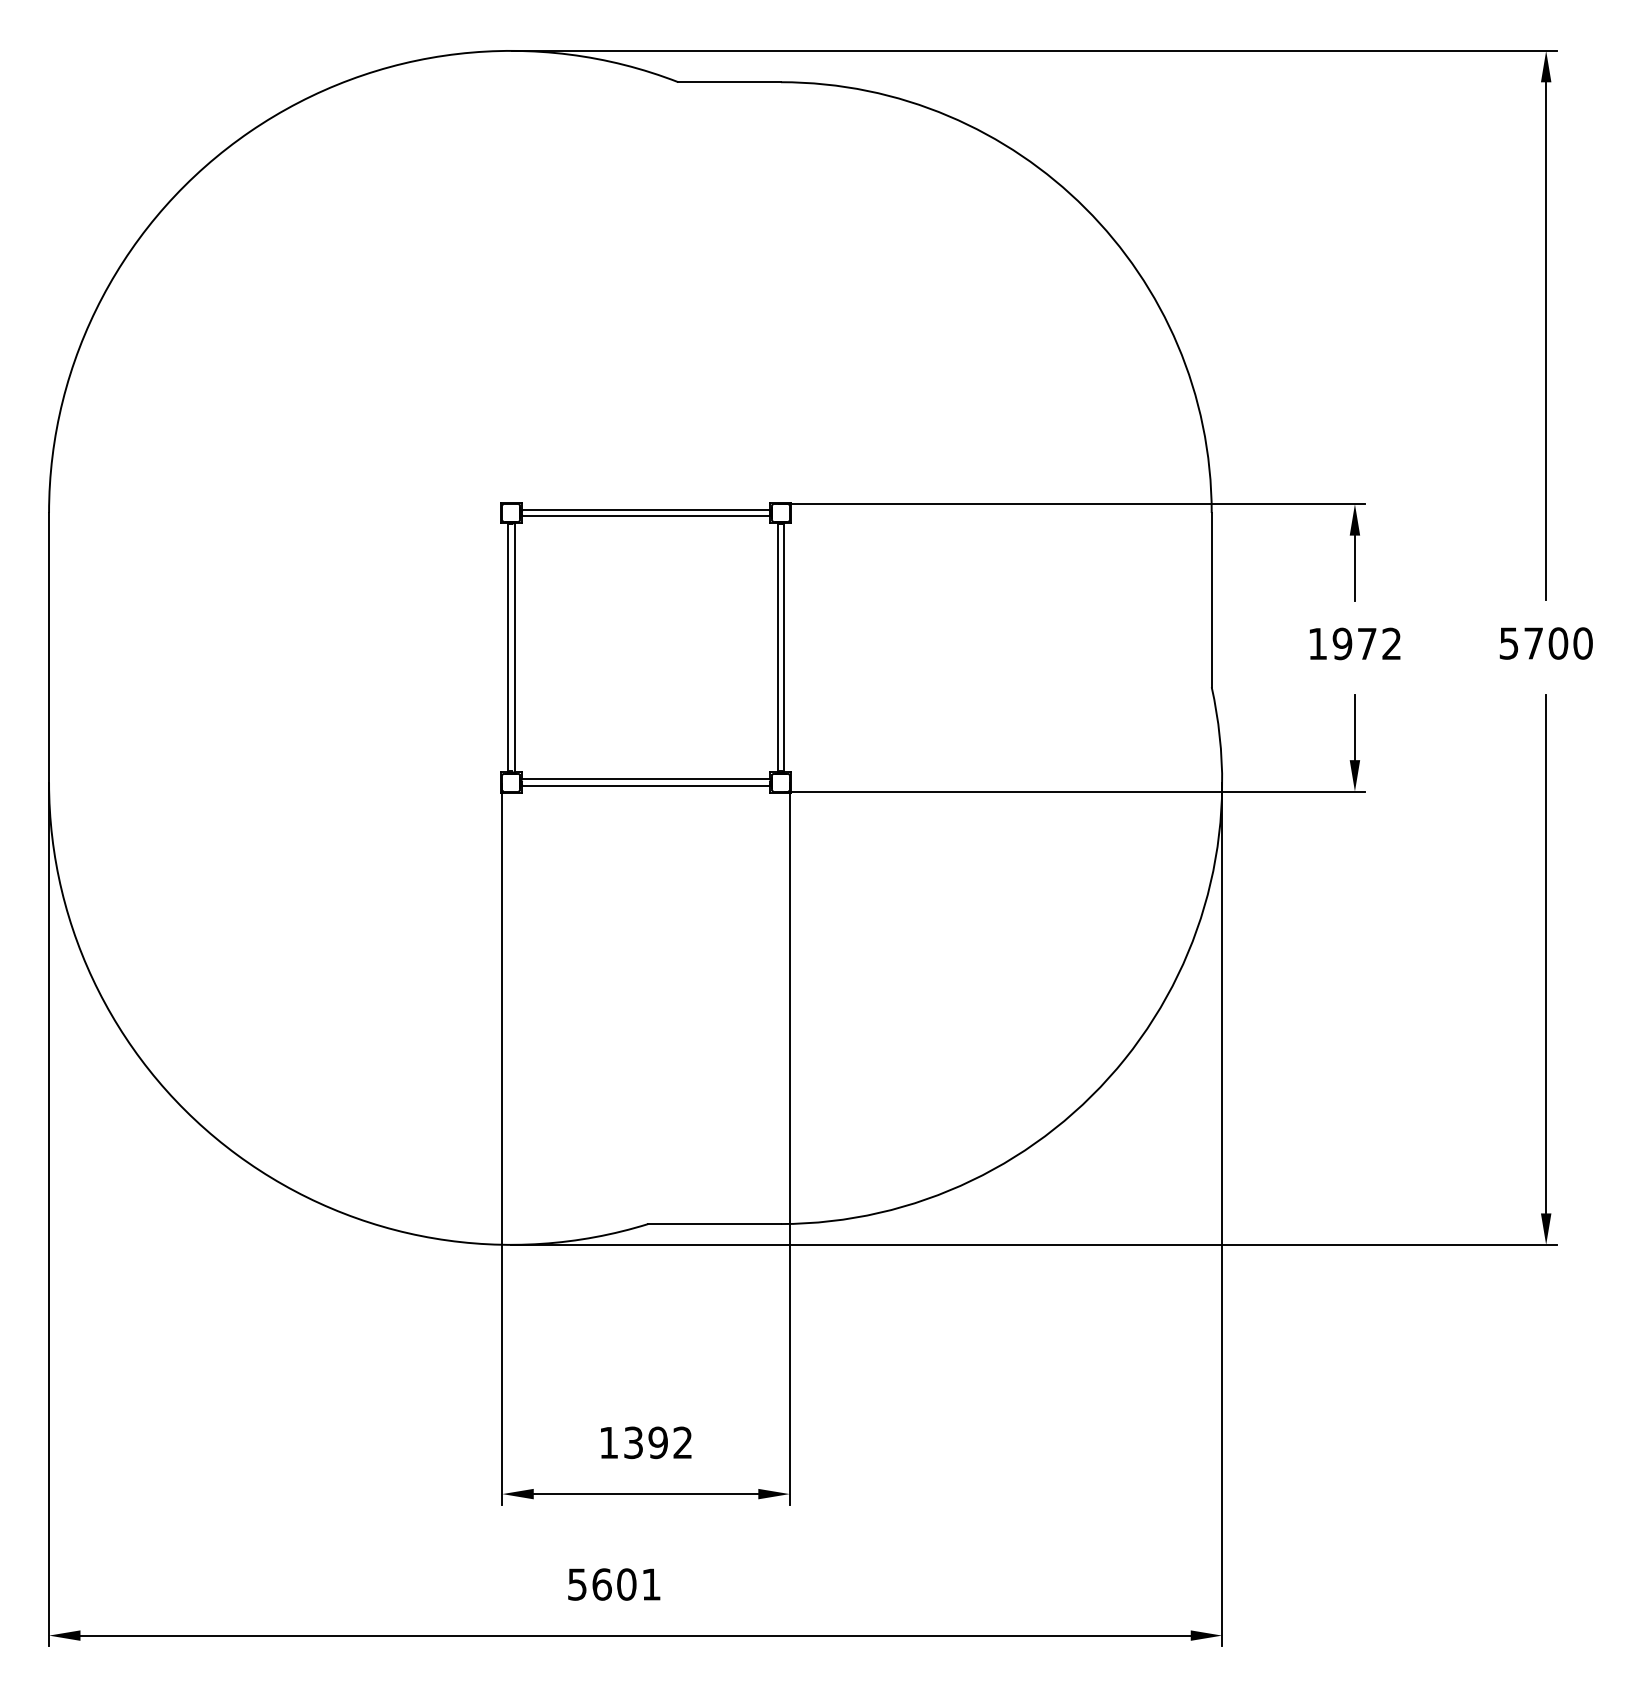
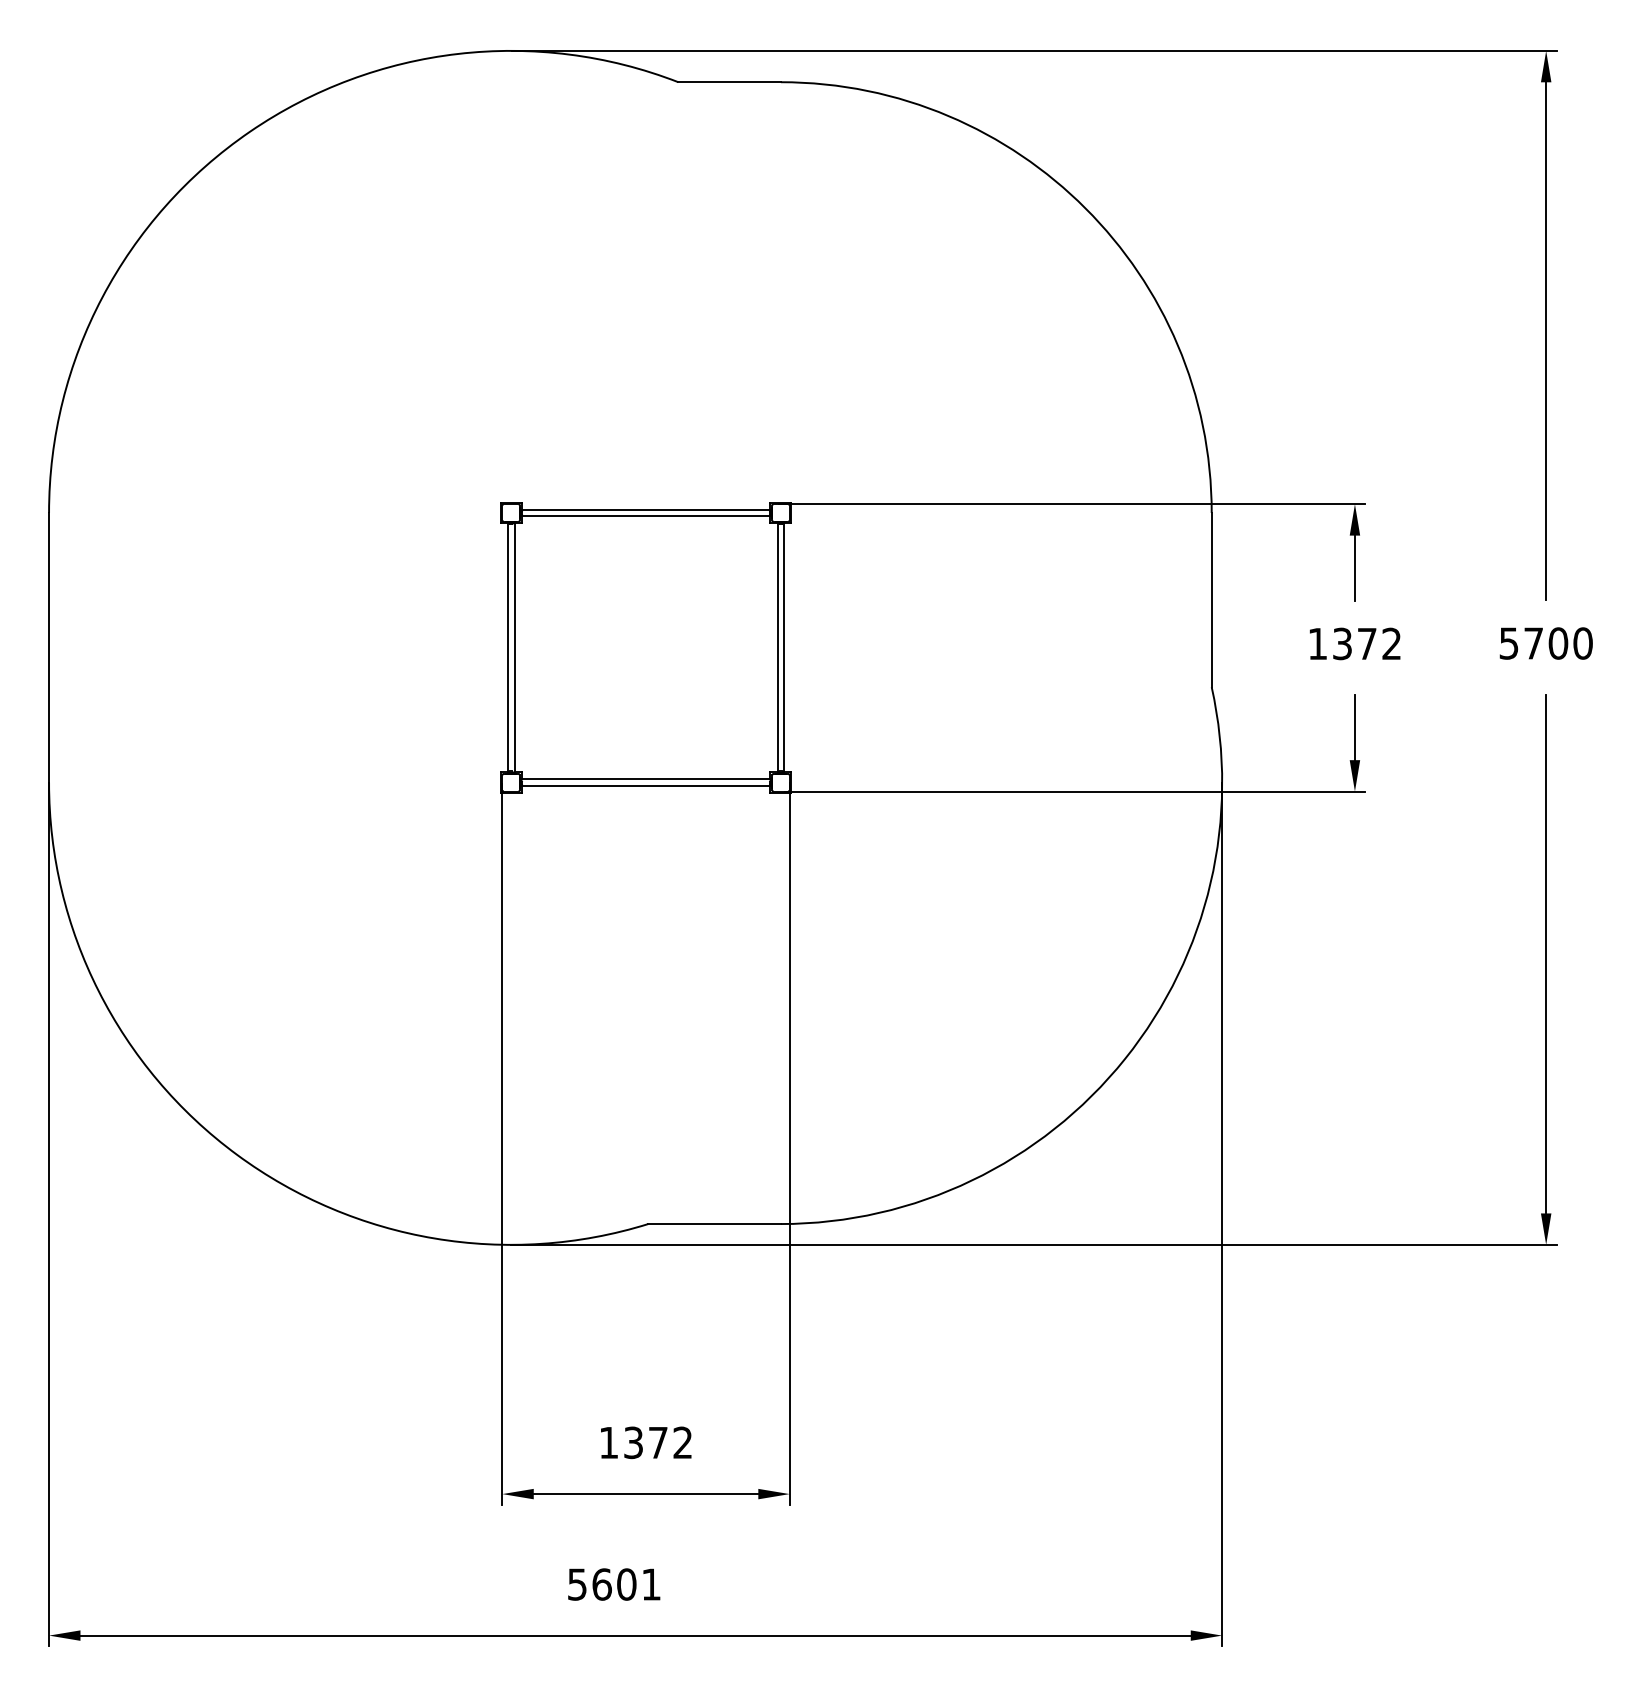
text at (1342, 643): 1972 -> 1372
text at (657, 1442): 1392 -> 1372
